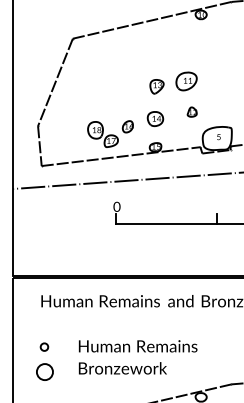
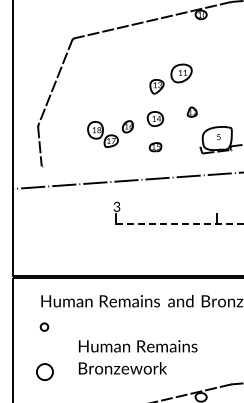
part at (186, 81) position: (186, 81) -> (181, 73)
line at (120, 156): present -> none
text at (116, 206): 0 -> 3
line at (180, 224): solid -> dashed
circle at (44, 346) position: (44, 346) -> (44, 326)
